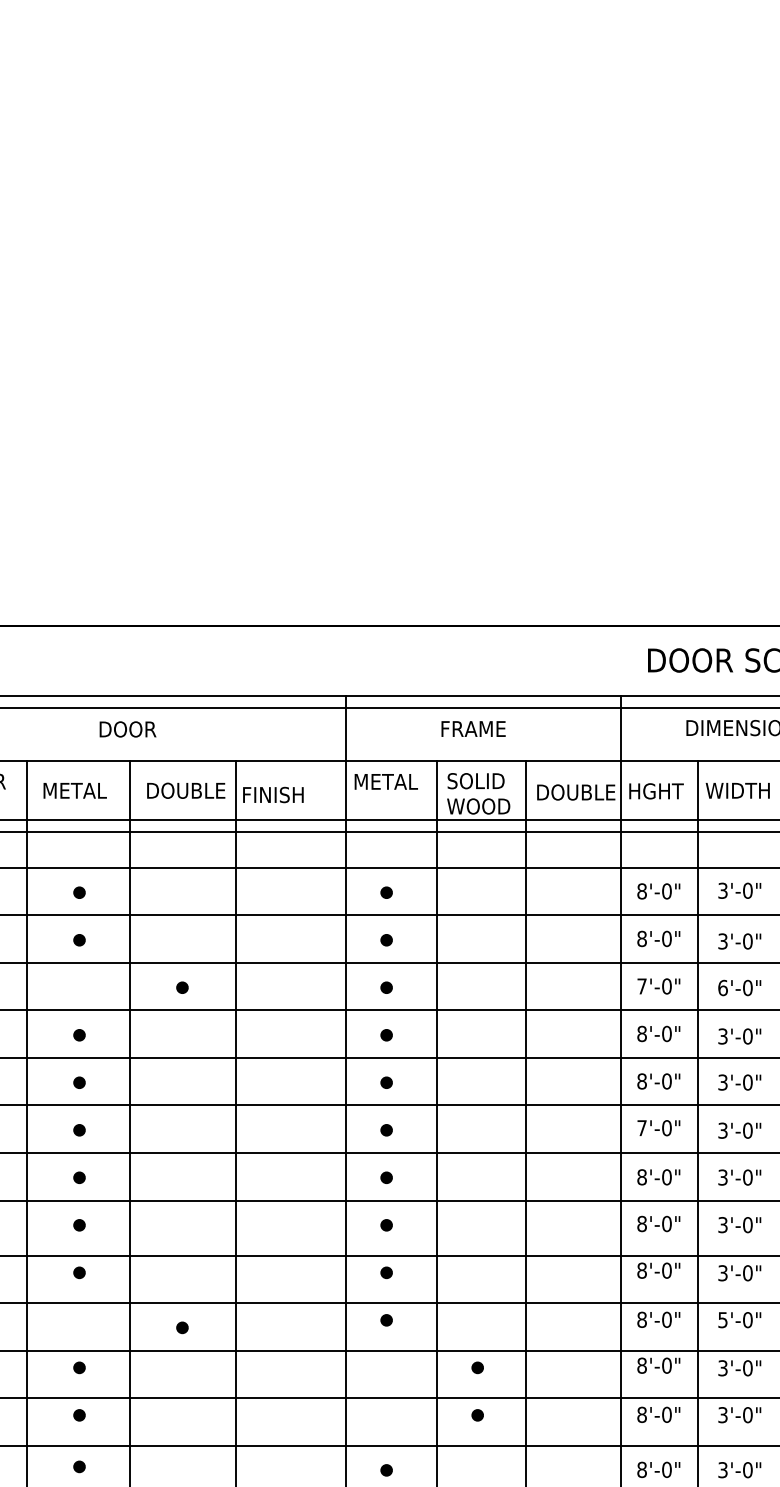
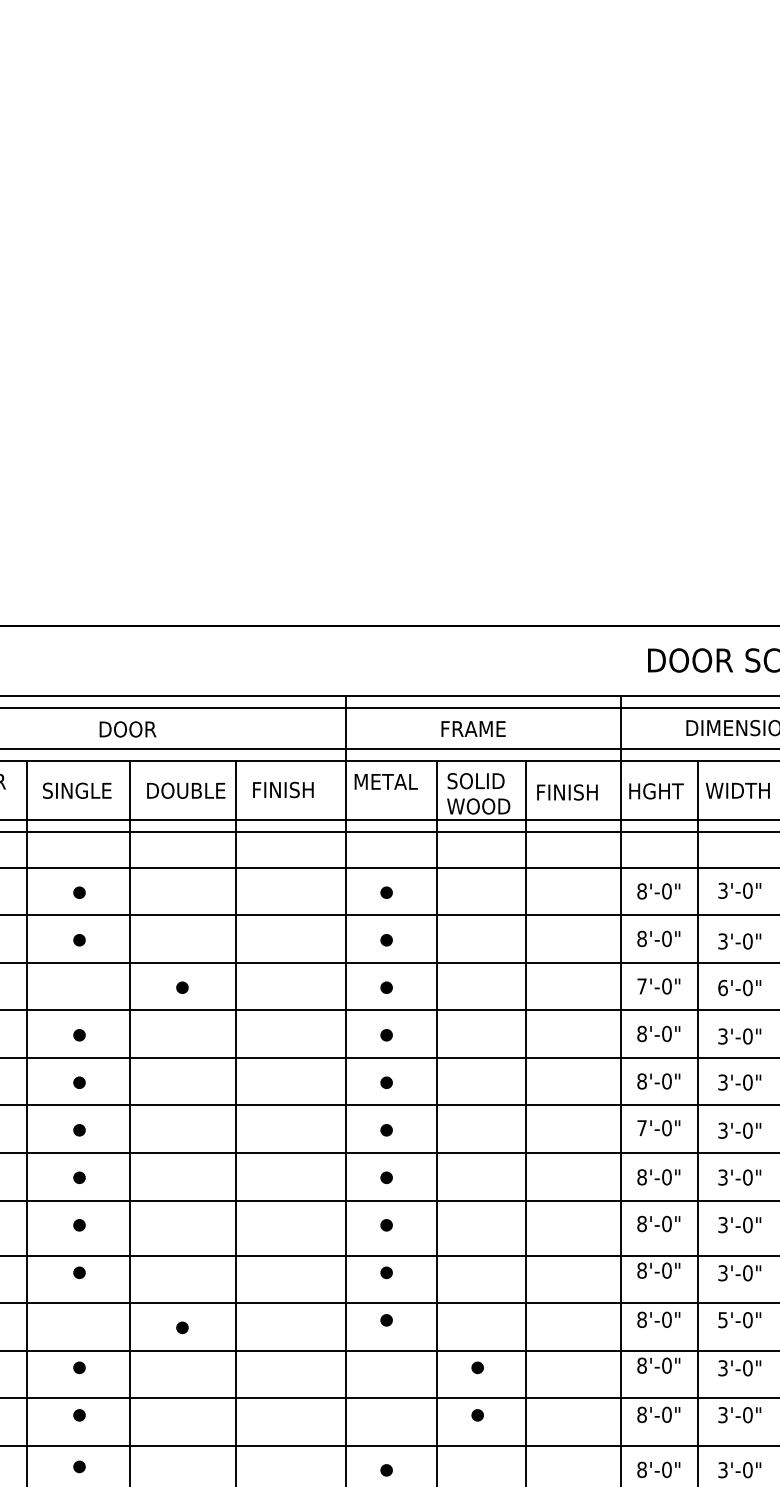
line at (389, 749): none -> present
text at (77, 790): METAL -> SINGLE
text at (577, 792): DOUBLE -> FINISH
text at (273, 794) position: (273, 794) -> (283, 789)
